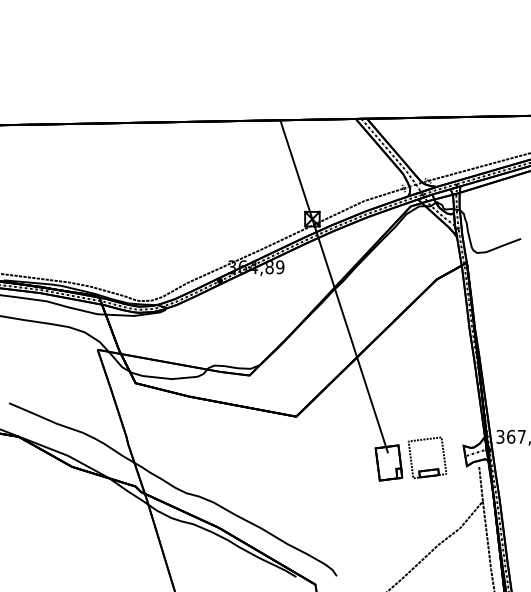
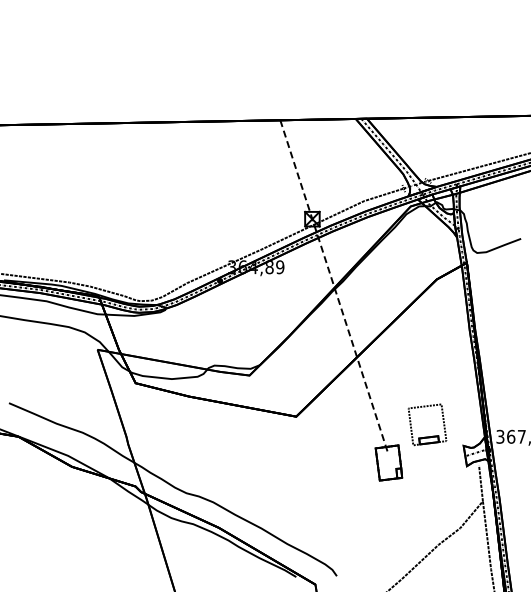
line at (334, 286): solid -> dashed
part at (427, 469) position: (427, 469) -> (427, 436)
